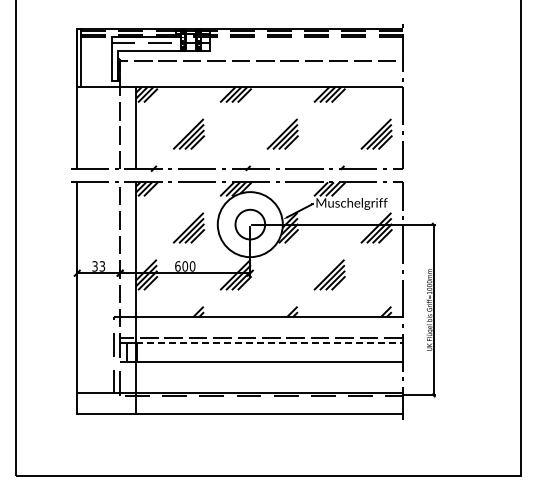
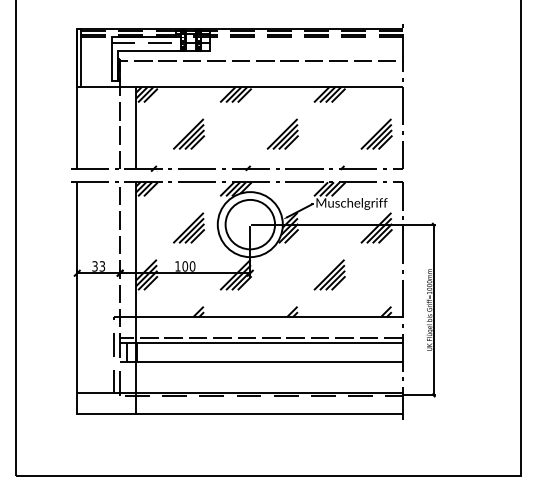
circle at (250, 224) diameter: 30 px -> 49 px
text at (177, 266): 600 -> 100
line at (269, 343): dashed -> solid
